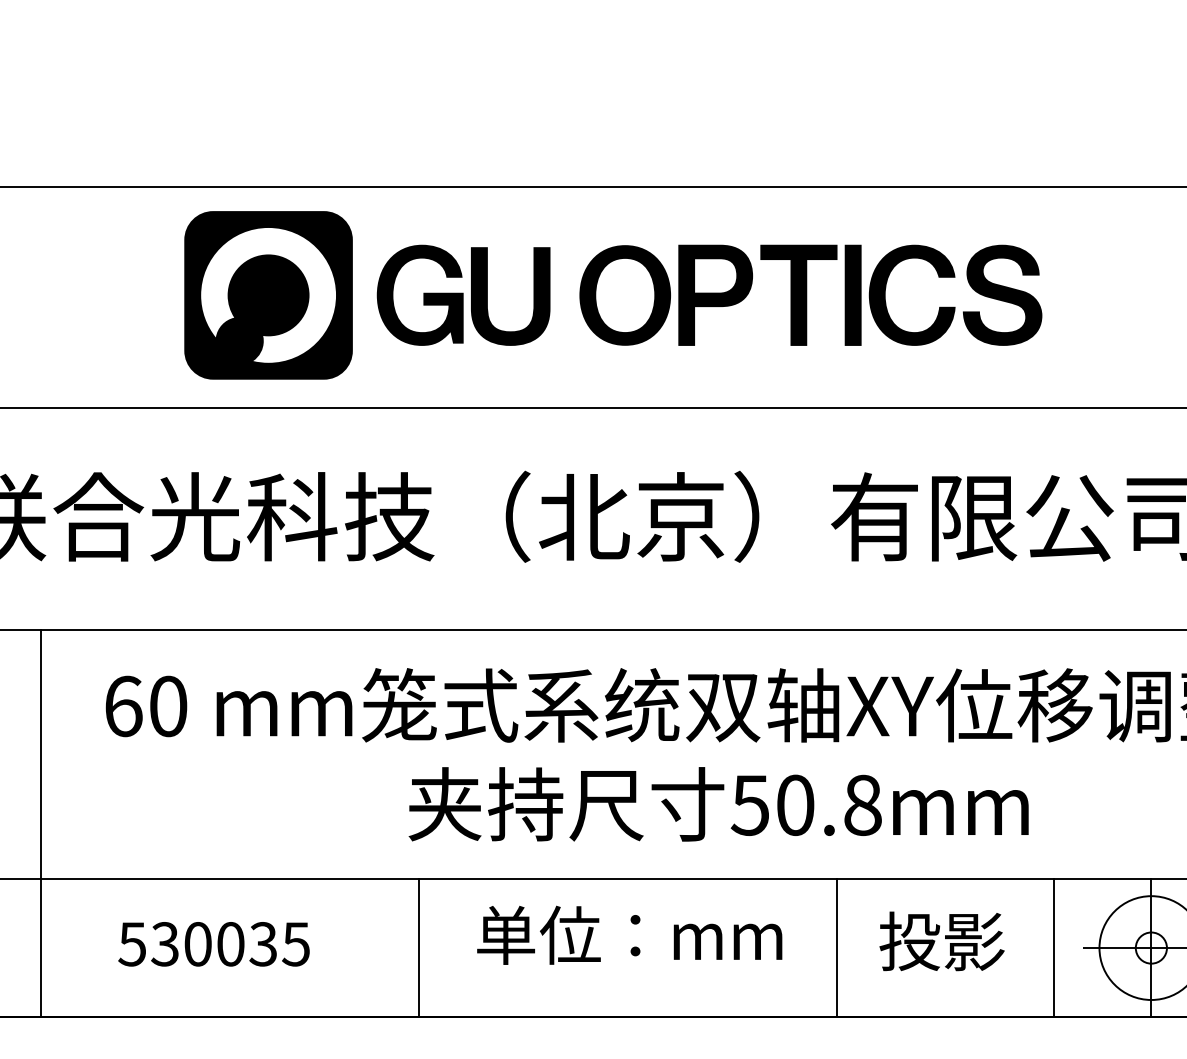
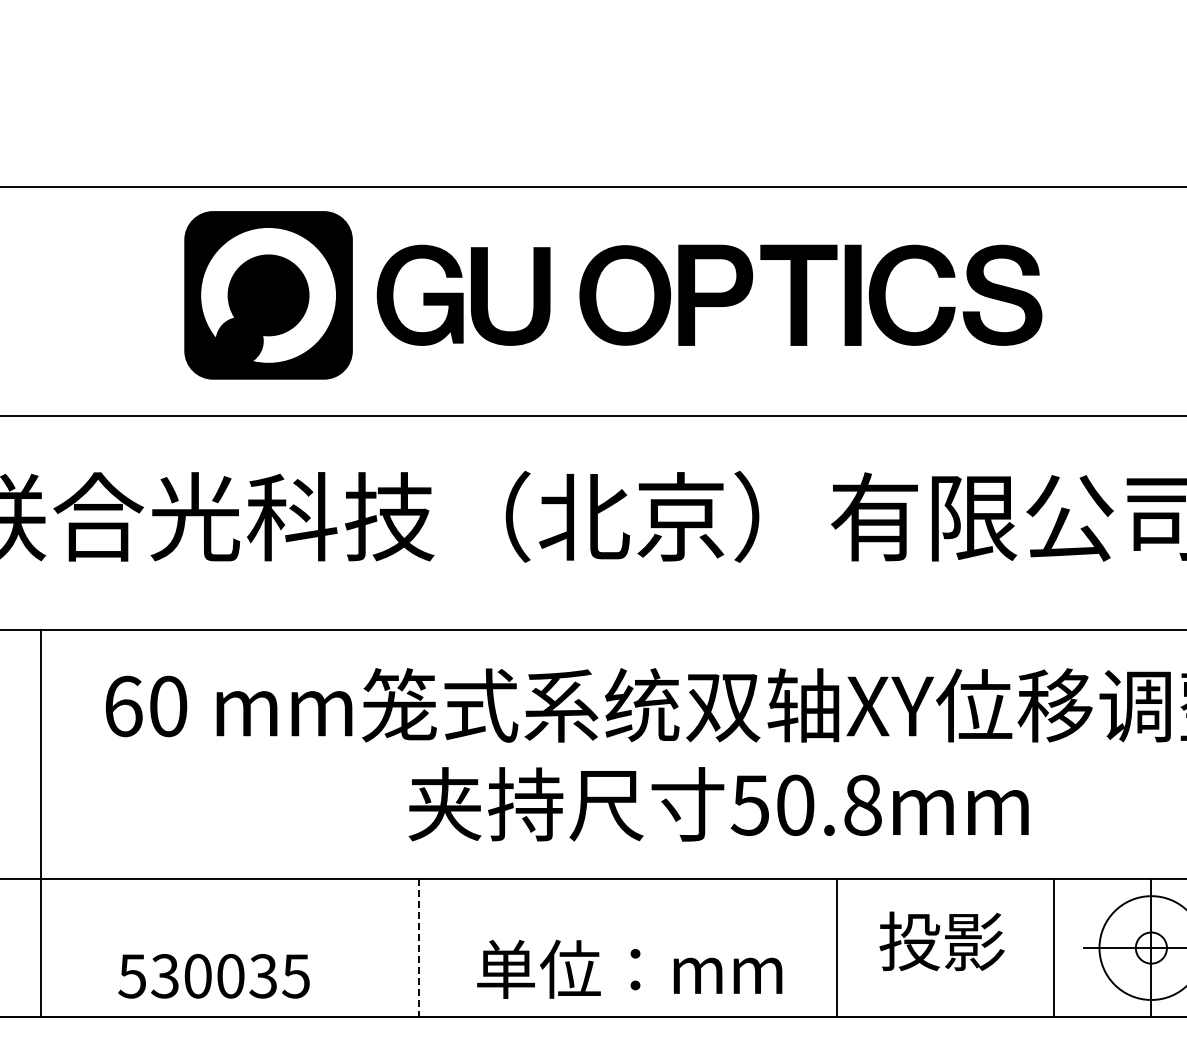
line at (592, 408) position: (592, 408) -> (592, 416)
text at (629, 934) position: (629, 934) -> (629, 968)
text at (213, 944) position: (213, 944) -> (213, 976)
line at (419, 948): solid -> dashed
